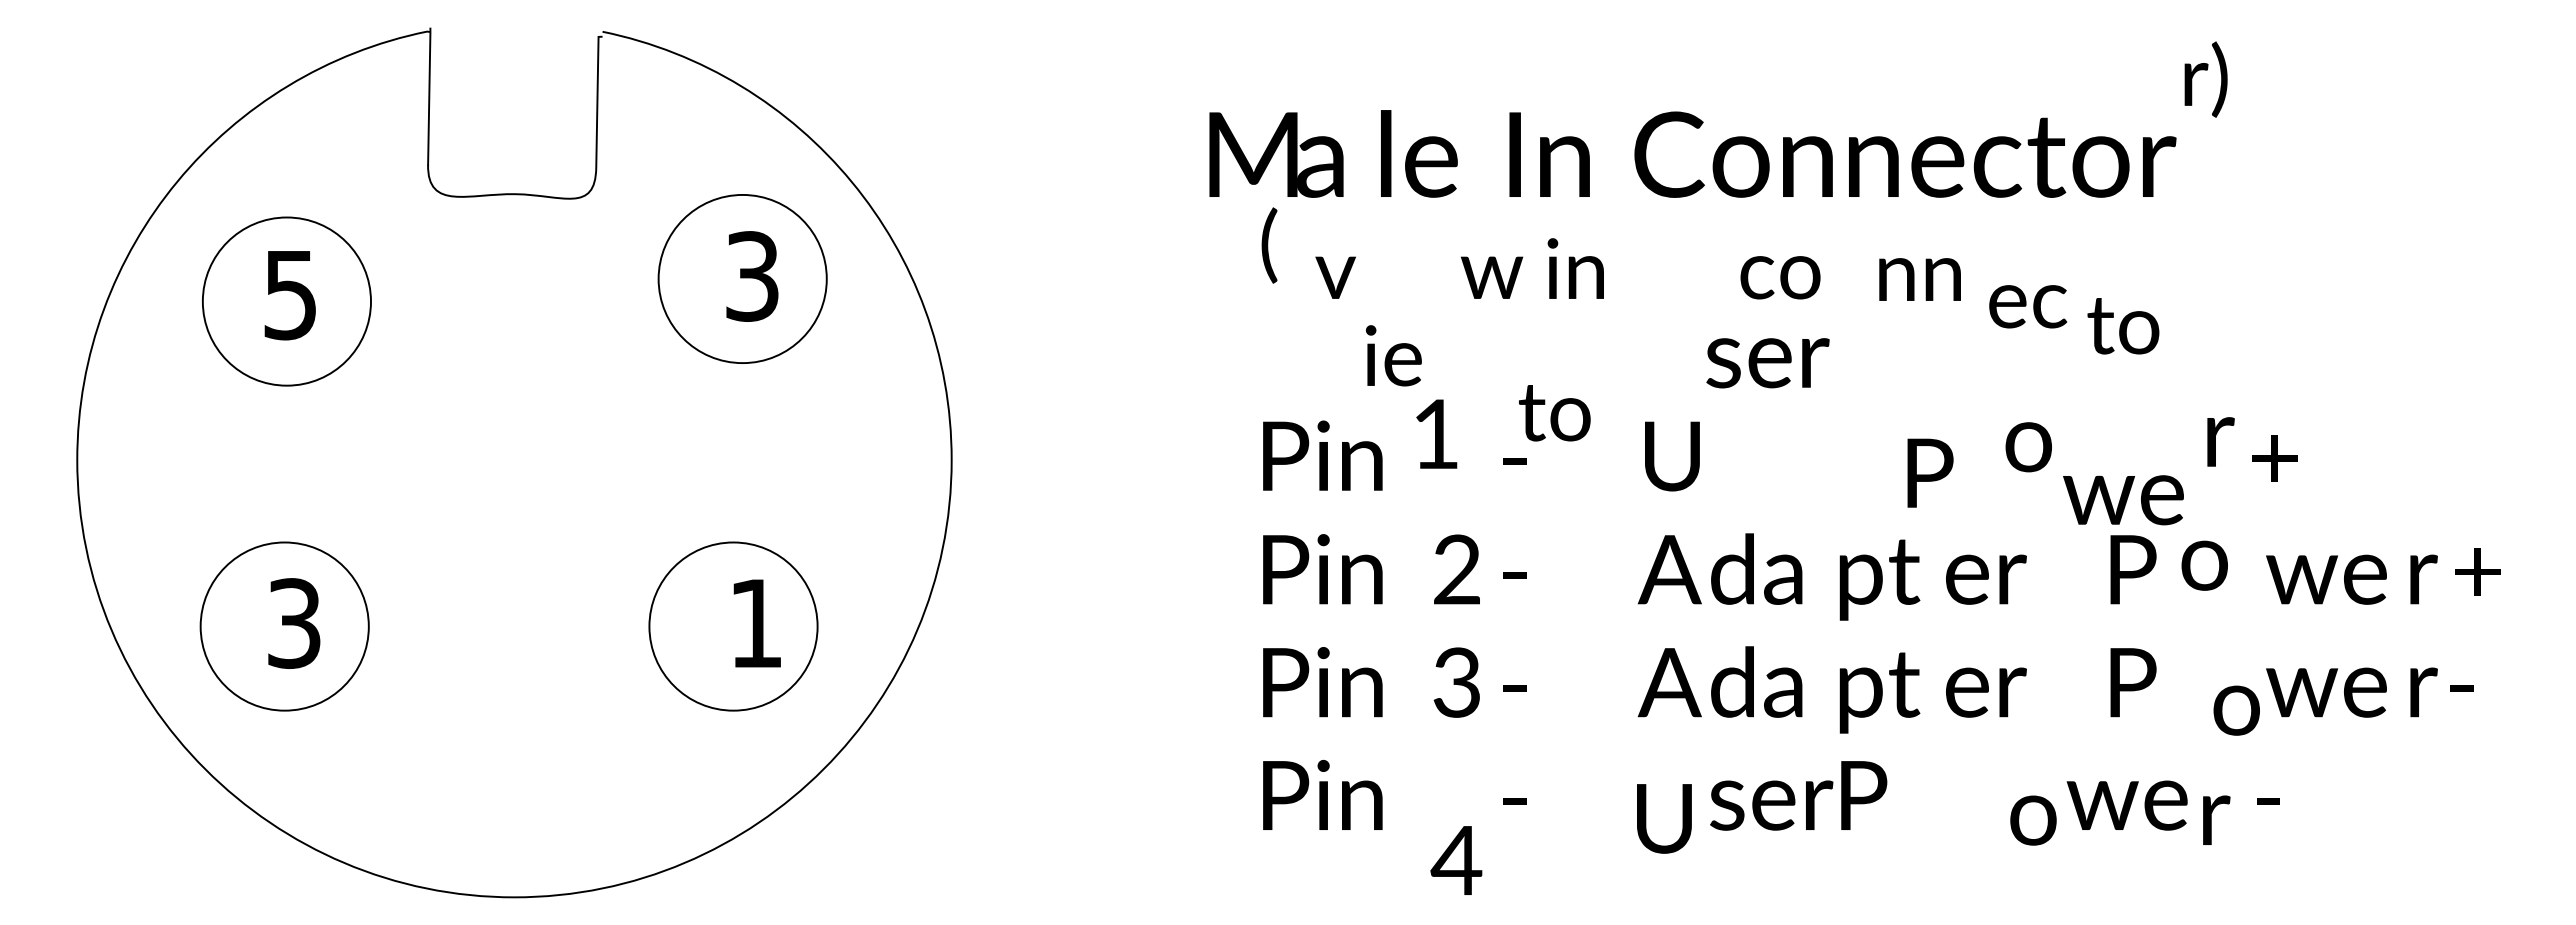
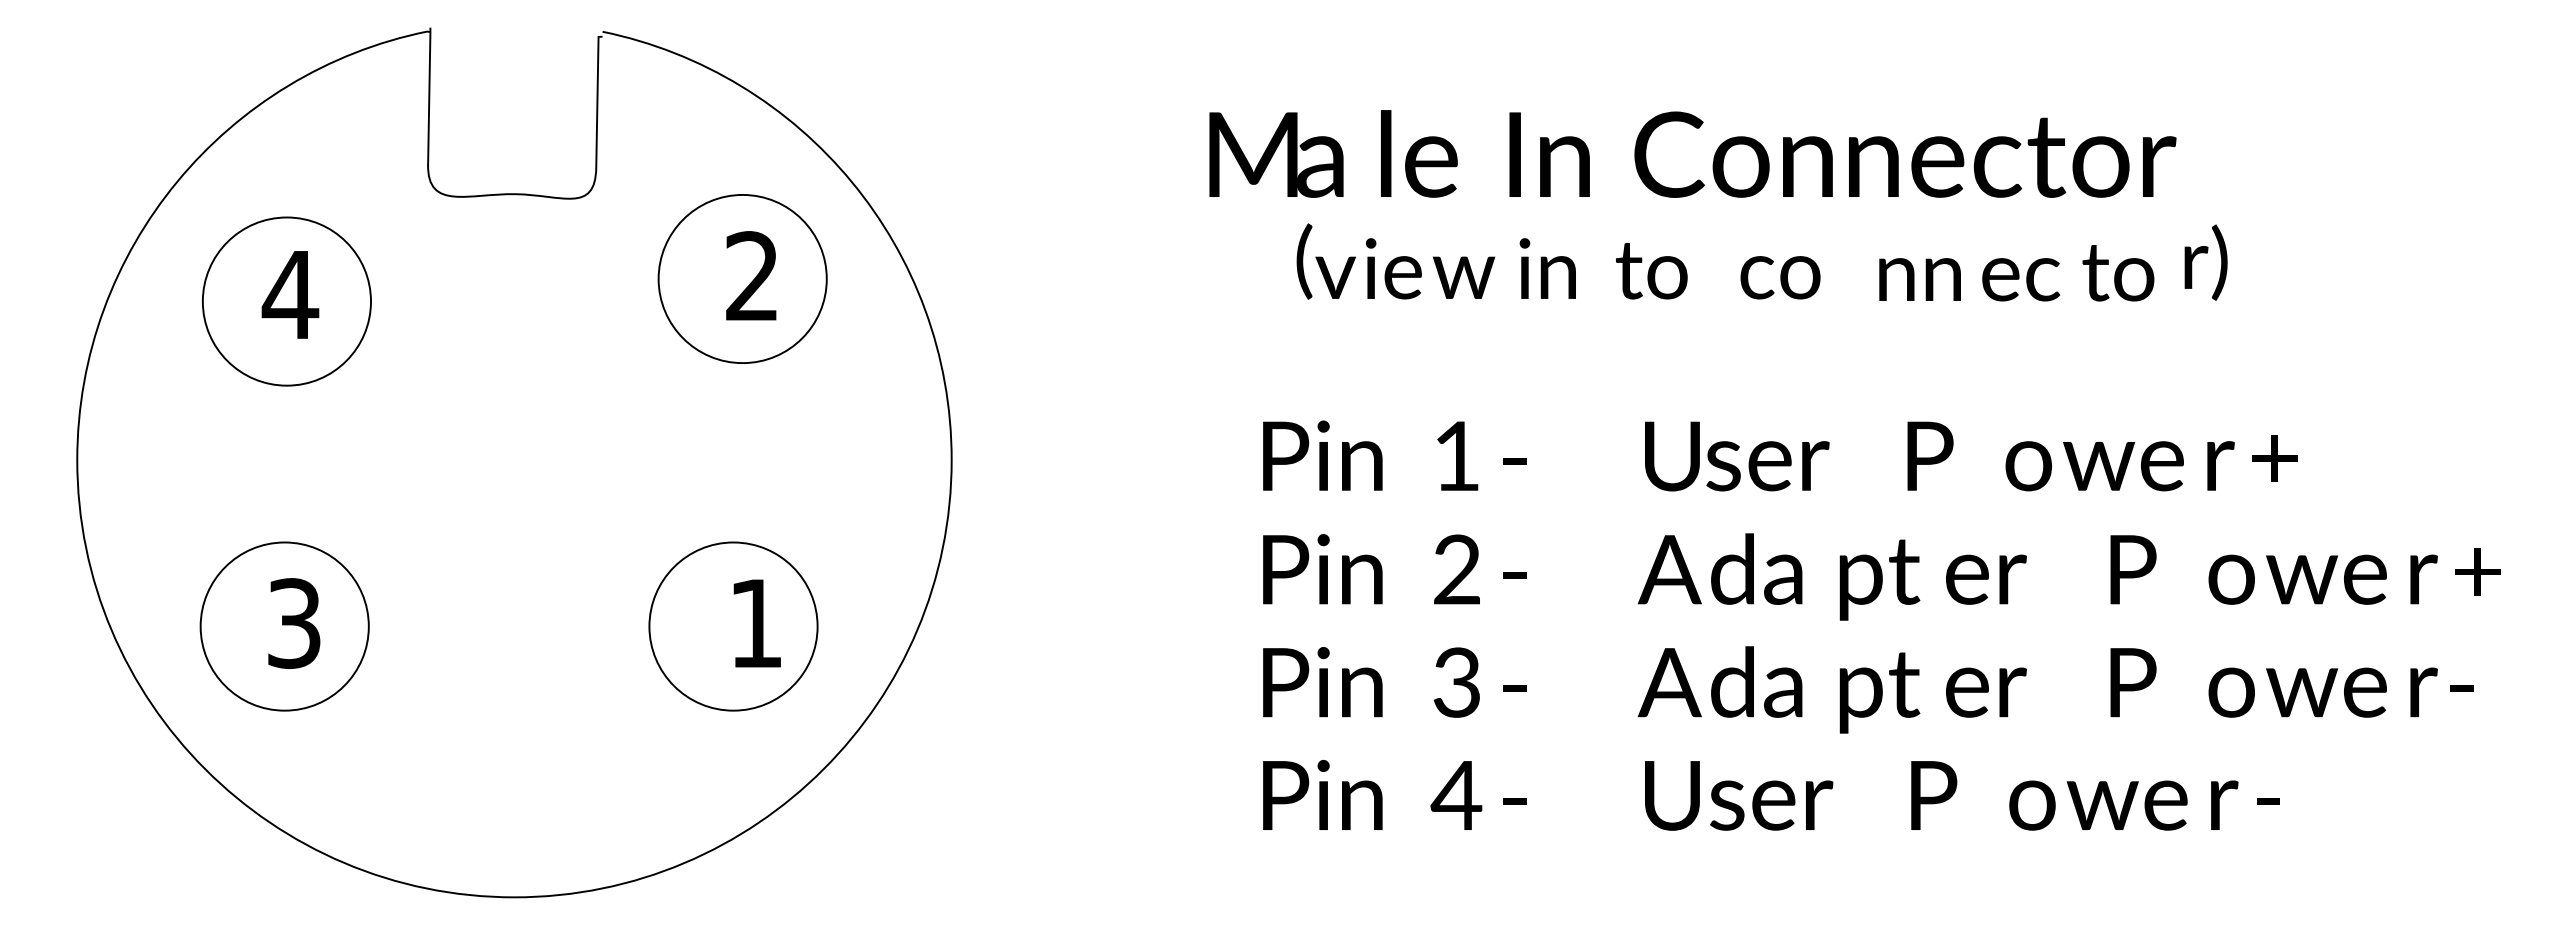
text at (2205, 79) position: (2205, 79) -> (2205, 262)
text at (1269, 245) position: (1269, 245) -> (1304, 261)
text at (1532, 268) position: (1532, 268) -> (1504, 268)
text at (752, 276): 3 -> 2
text at (290, 295): 5 -> 4
text at (2028, 306) position: (2028, 306) -> (2021, 279)
text at (2123, 326) position: (2123, 326) -> (2118, 273)
text at (1393, 355) position: (1393, 355) -> (1393, 268)
text at (1767, 363) position: (1767, 363) -> (1767, 466)
text at (1554, 413) position: (1554, 413) -> (1651, 271)
text at (1436, 433) position: (1436, 433) -> (1457, 455)
text at (2220, 441) position: (2220, 441) -> (2220, 465)
text at (2028, 447) position: (2028, 447) -> (2028, 466)
text at (1930, 472) position: (1930, 472) -> (1930, 455)
text at (2123, 500) position: (2123, 500) -> (2123, 466)
text at (2204, 565) position: (2204, 565) -> (2231, 579)
text at (2236, 710) position: (2236, 710) -> (2231, 692)
text at (1864, 795) position: (1864, 795) -> (1934, 795)
text at (1664, 818) position: (1664, 818) -> (1672, 795)
text at (2216, 819) position: (2216, 819) -> (2224, 804)
text at (2033, 820) position: (2033, 820) -> (2032, 805)
text at (1456, 860) position: (1456, 860) -> (1456, 795)
